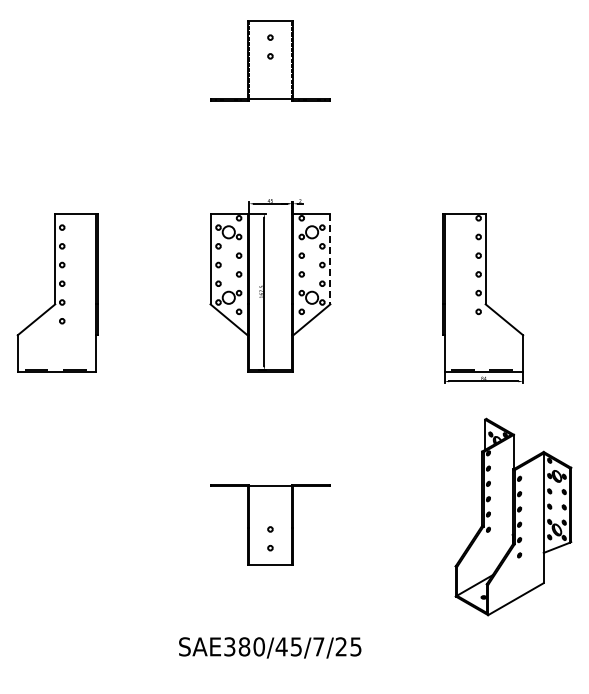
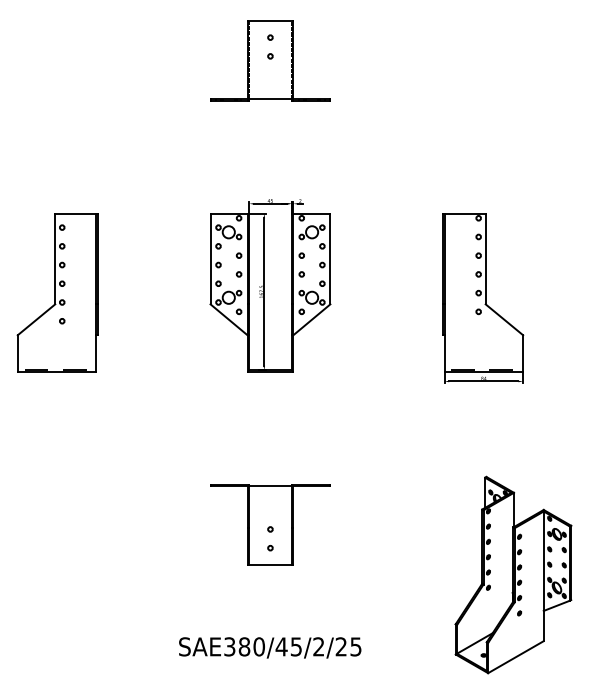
line at (330, 259): dashed -> solid
part at (513, 516) position: (513, 516) -> (513, 574)
text at (318, 646): SAE380/45/7/25 -> SAE380/45/2/25
